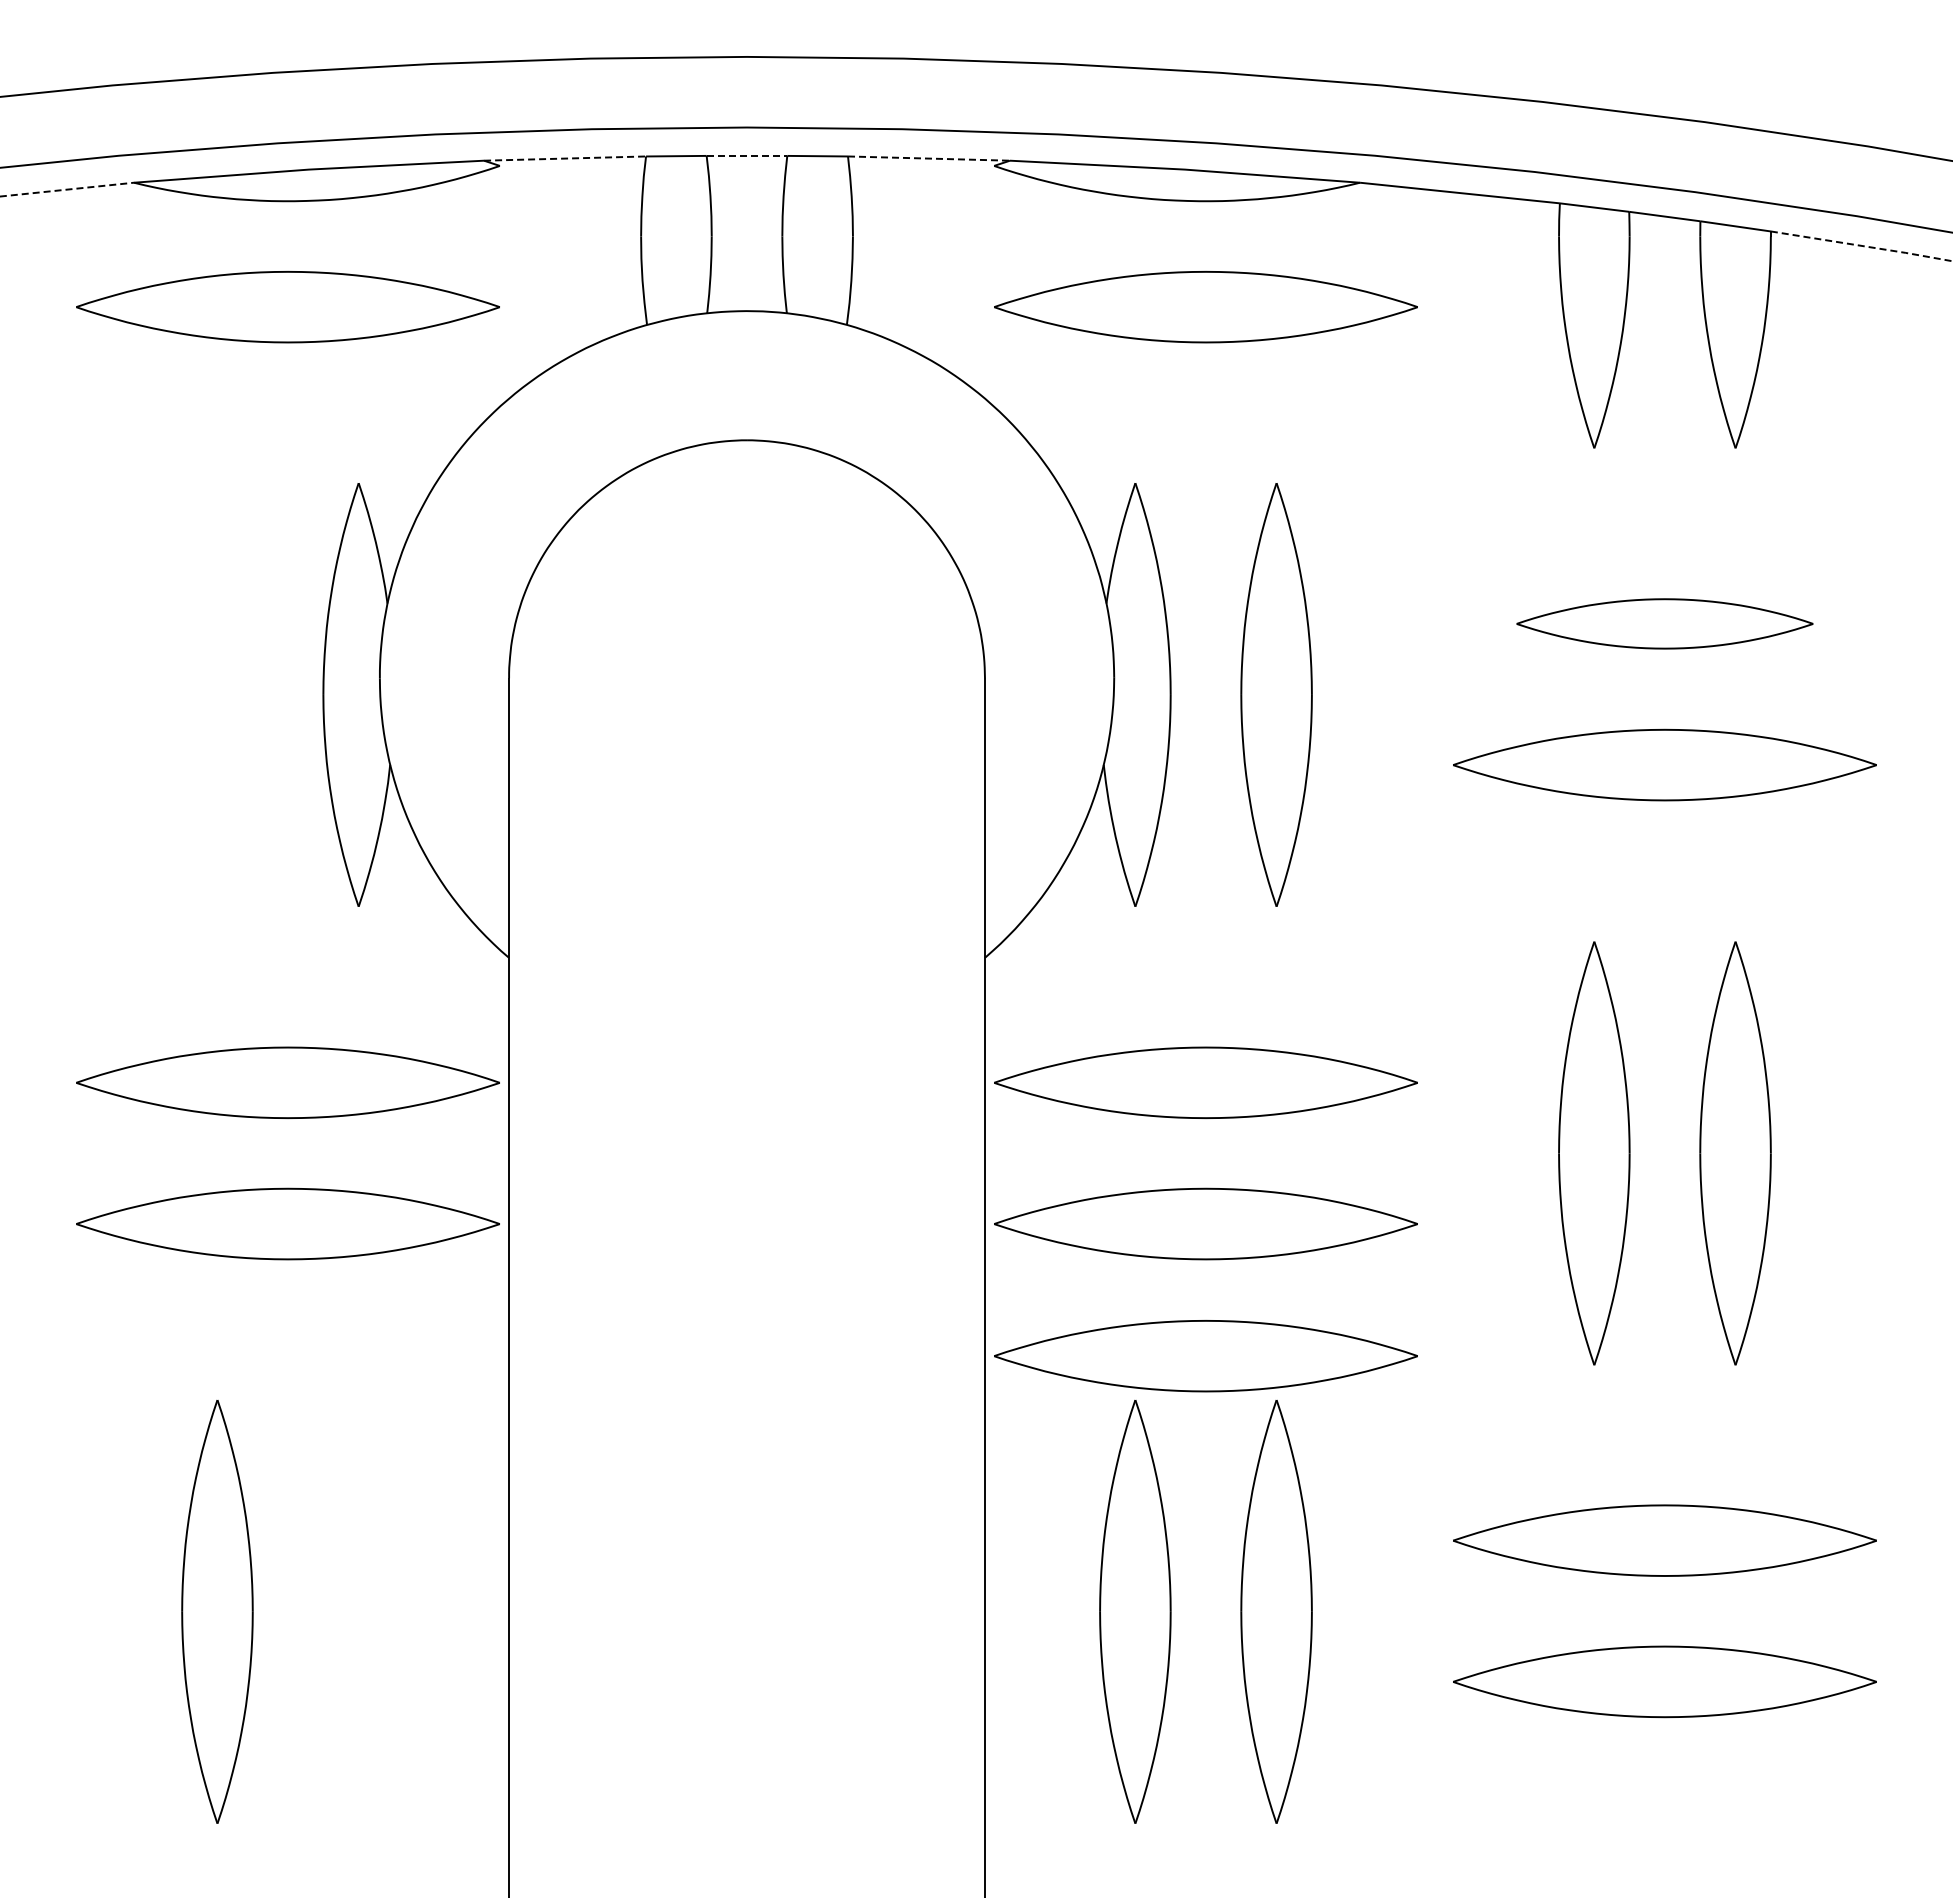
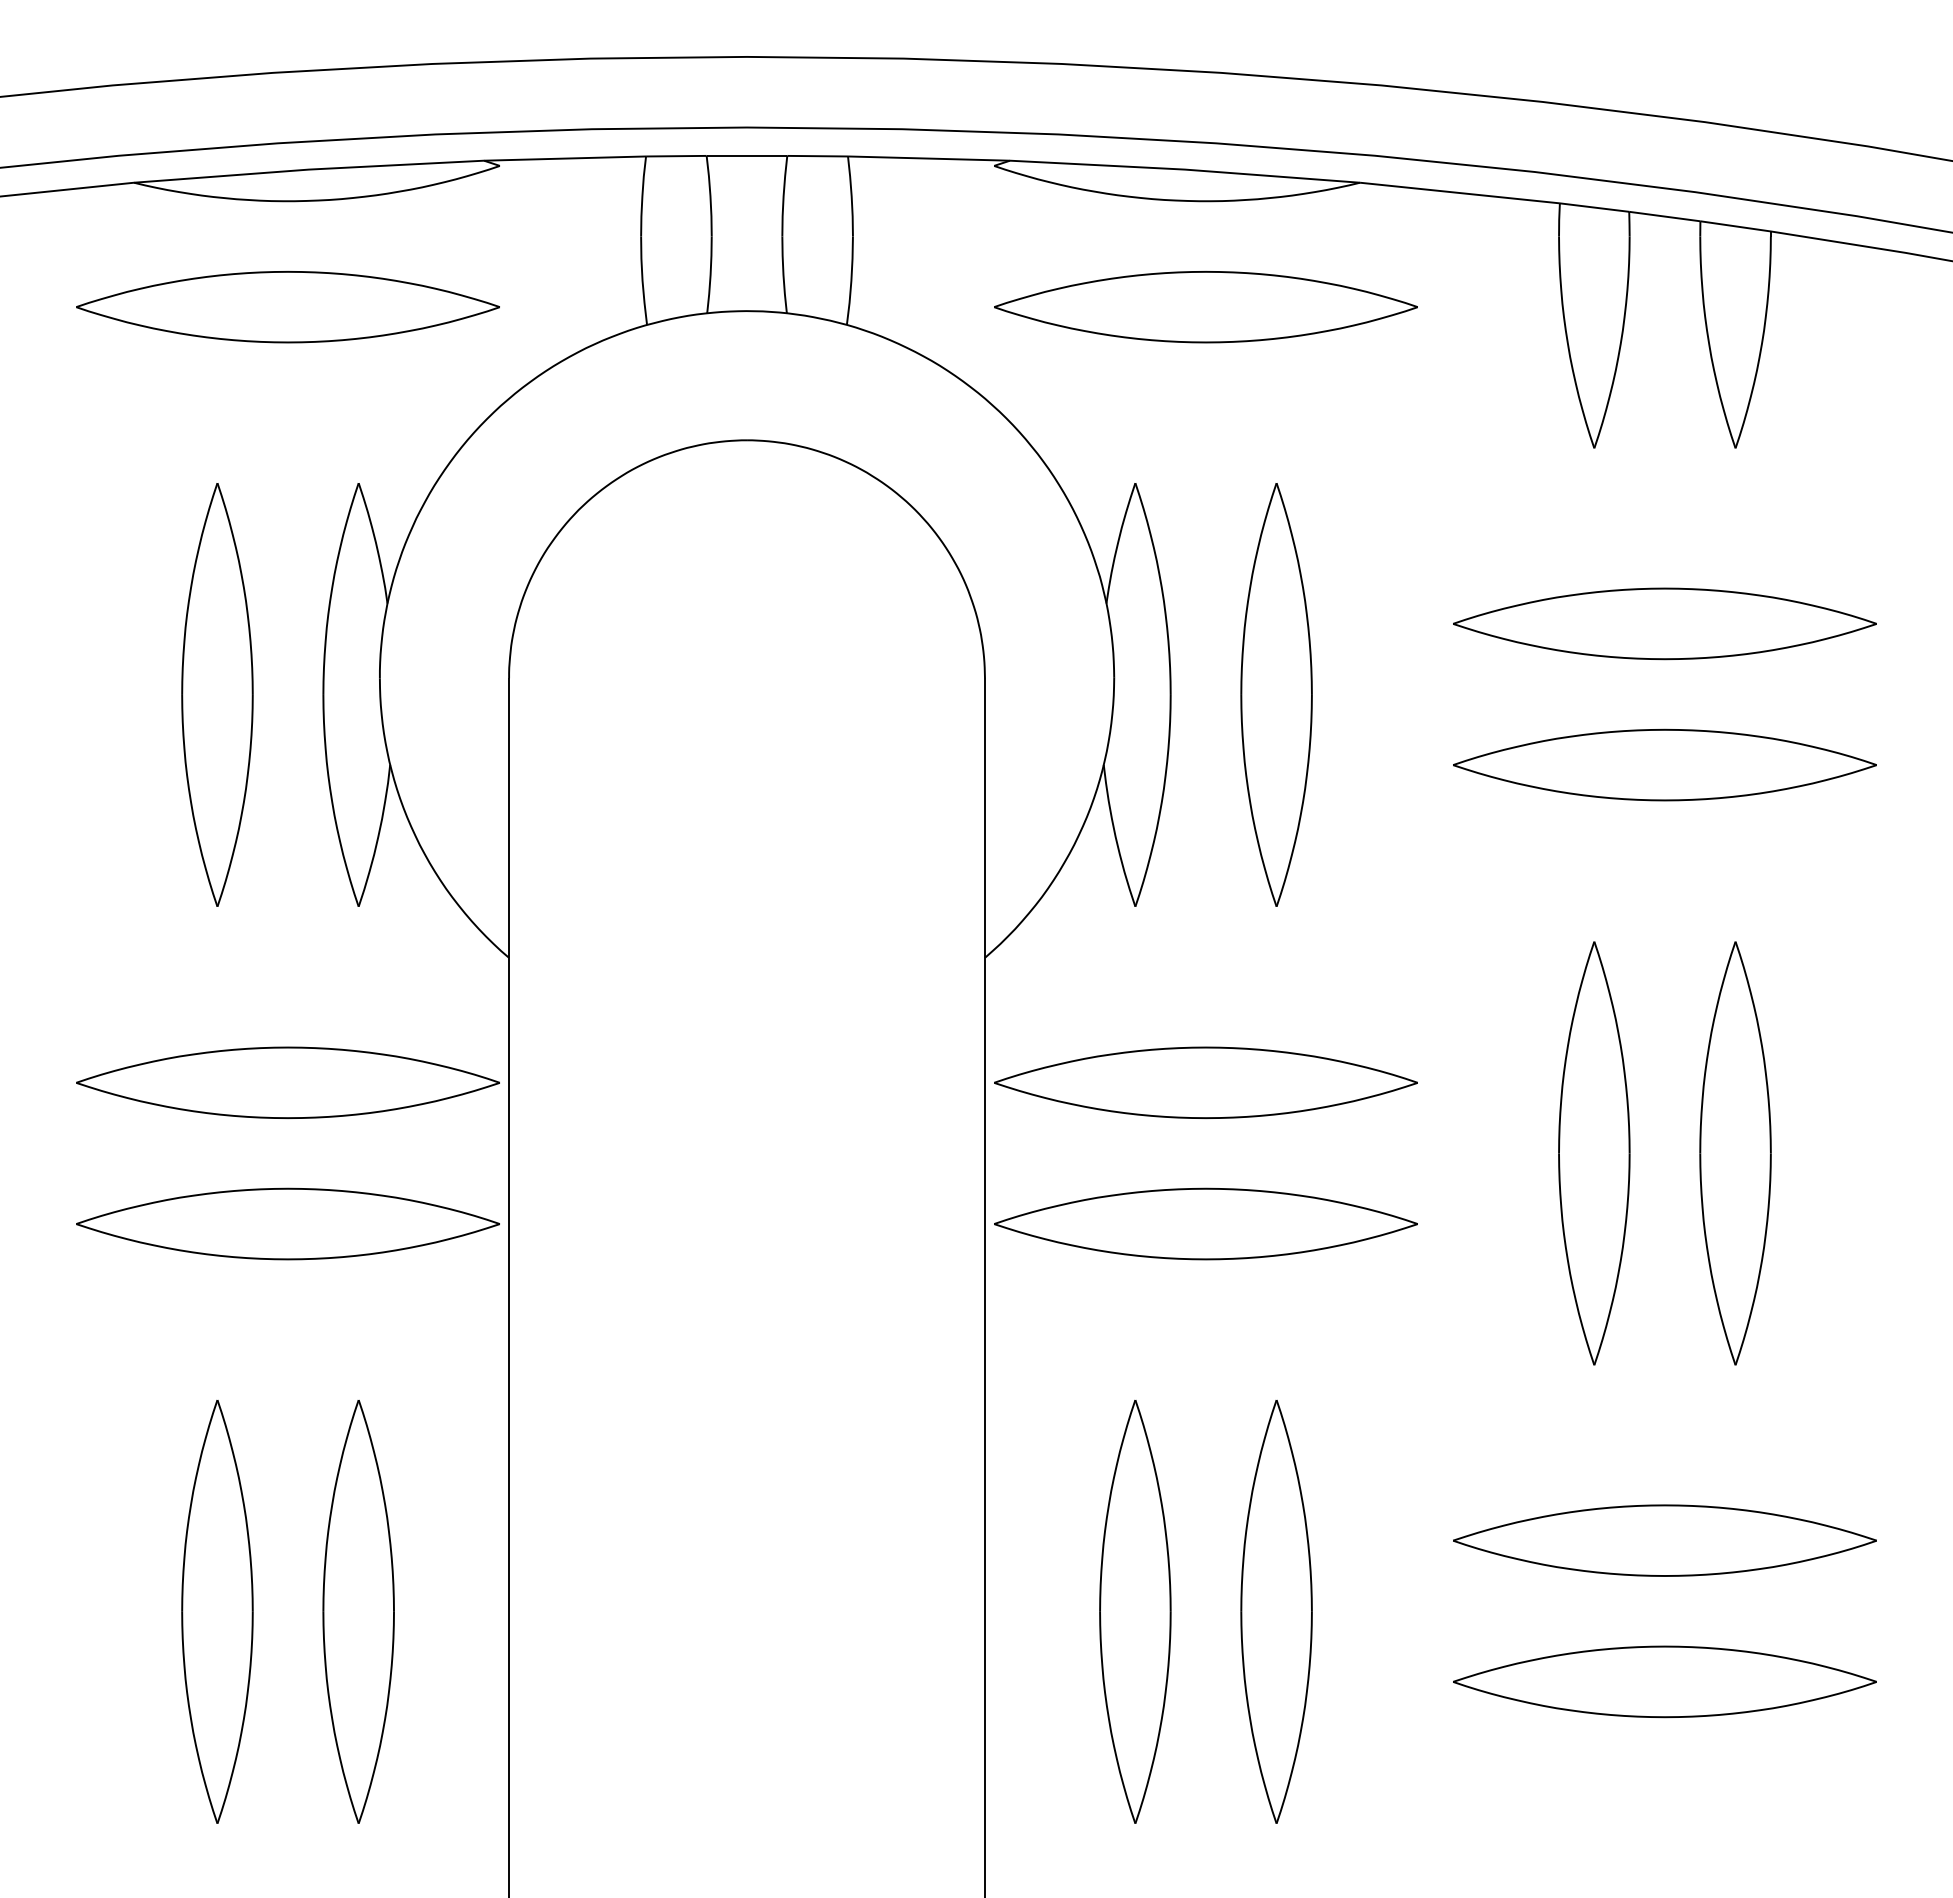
line at (747, 155): dashed -> solid
line at (565, 158): dashed -> solid
line at (929, 158): dashed -> solid
line at (67, 189): dashed -> solid
line at (1862, 246): dashed -> solid
part at (1664, 623) size: 298x52 px -> 424x74 px
part at (217, 694): none -> present
part at (1205, 1356): present -> none
part at (358, 1611): none -> present
